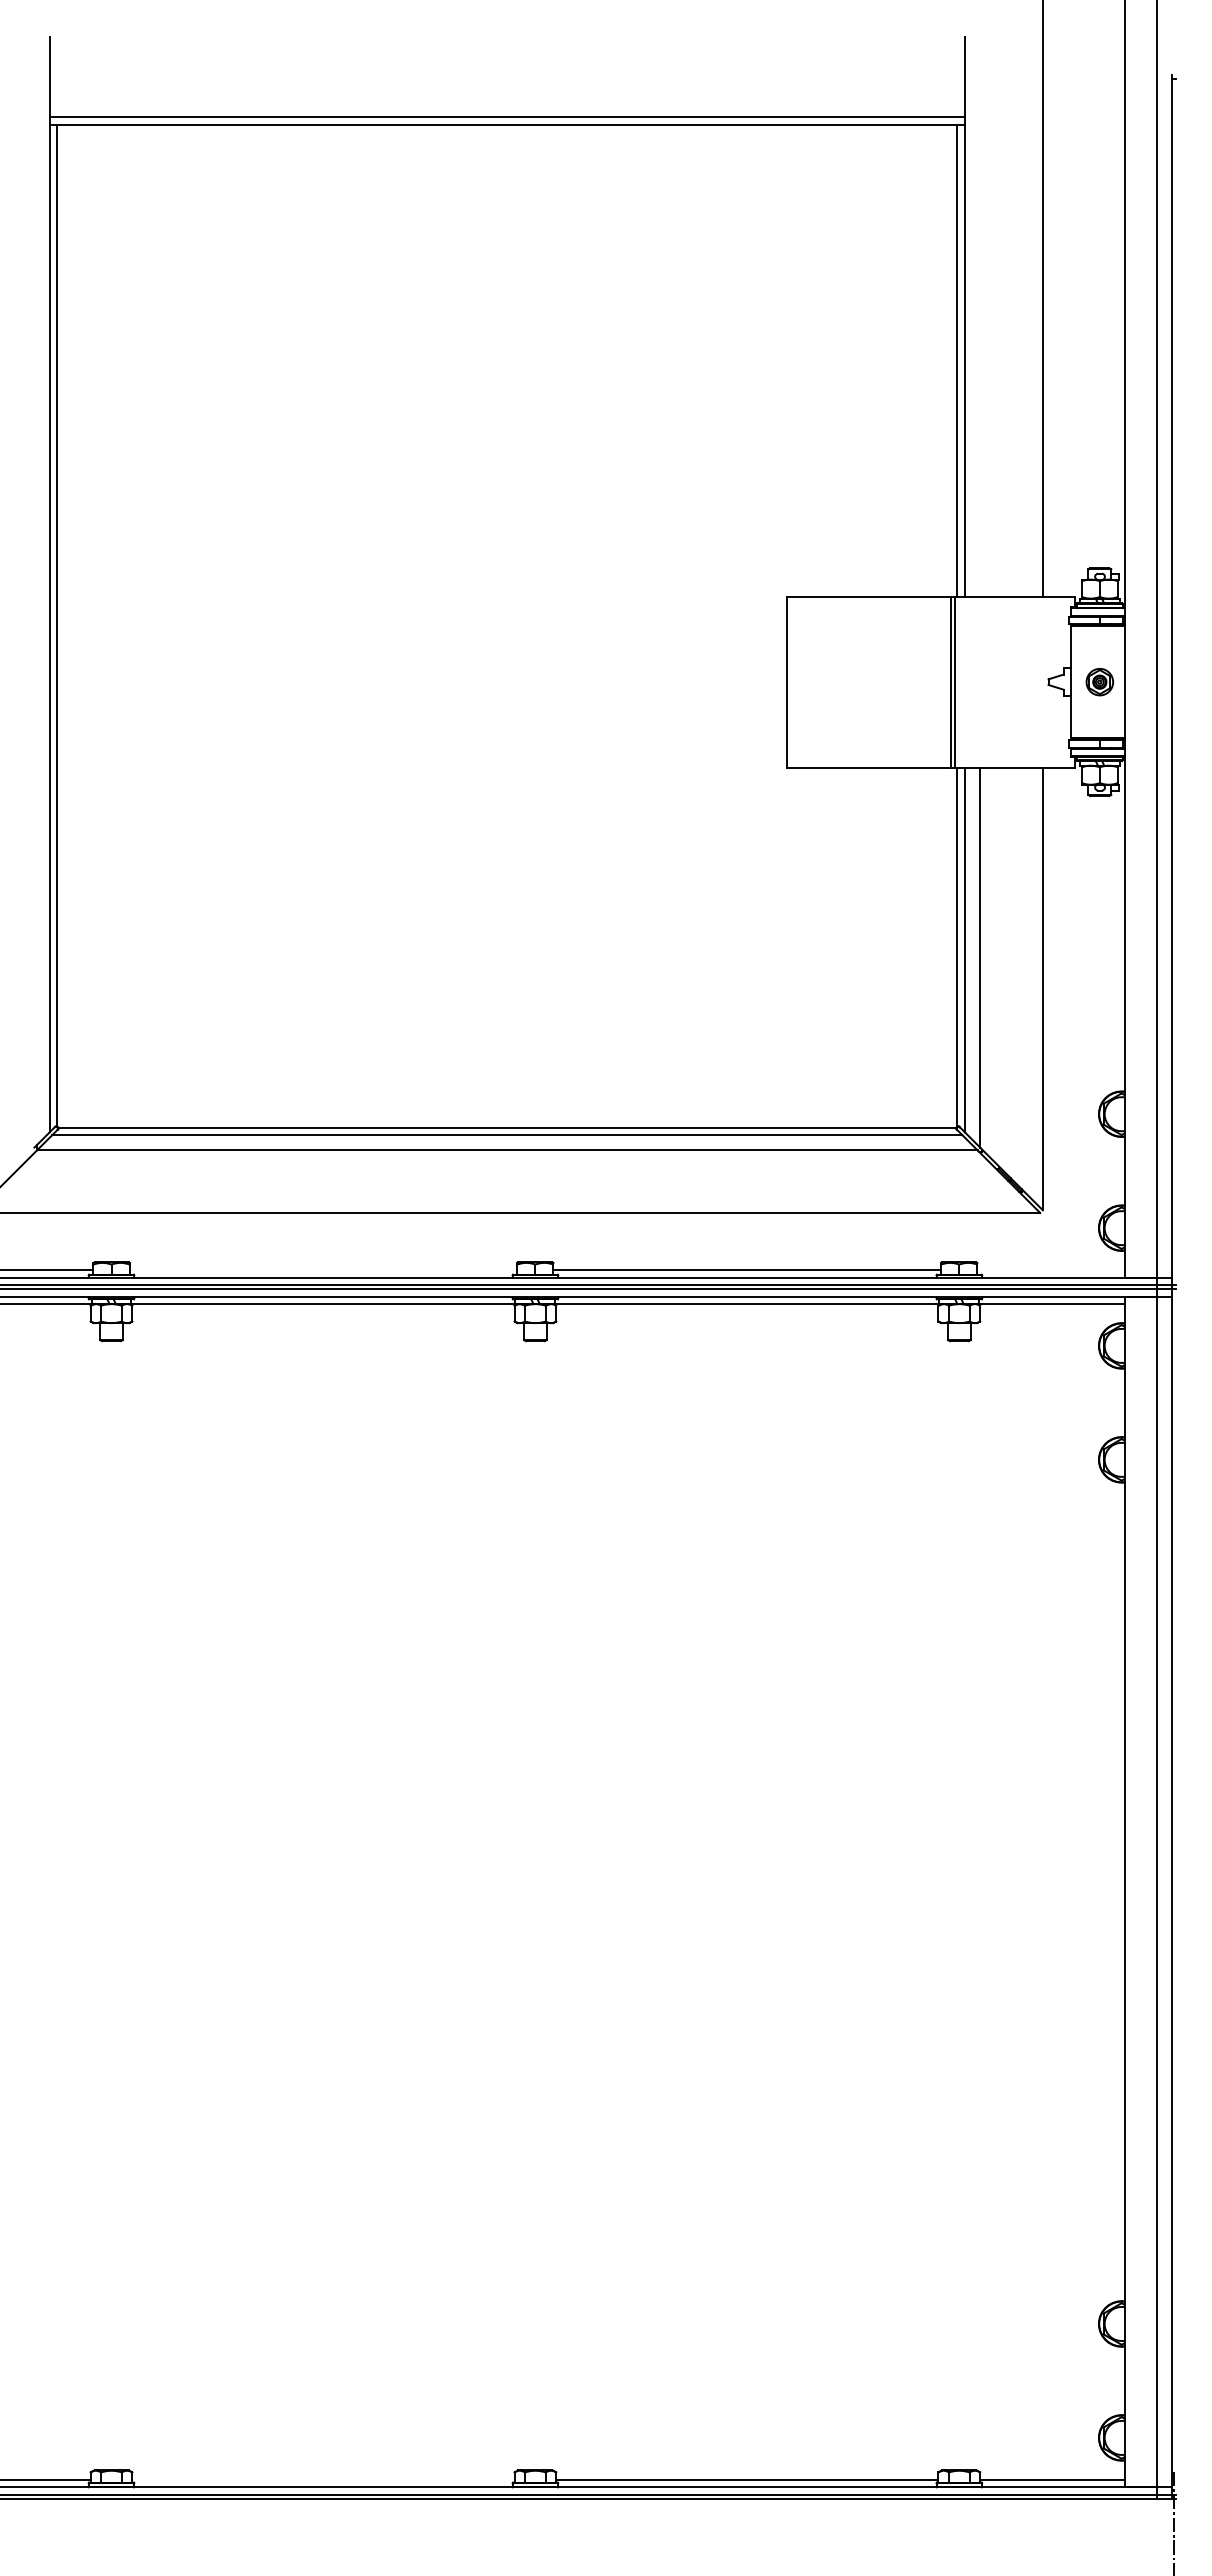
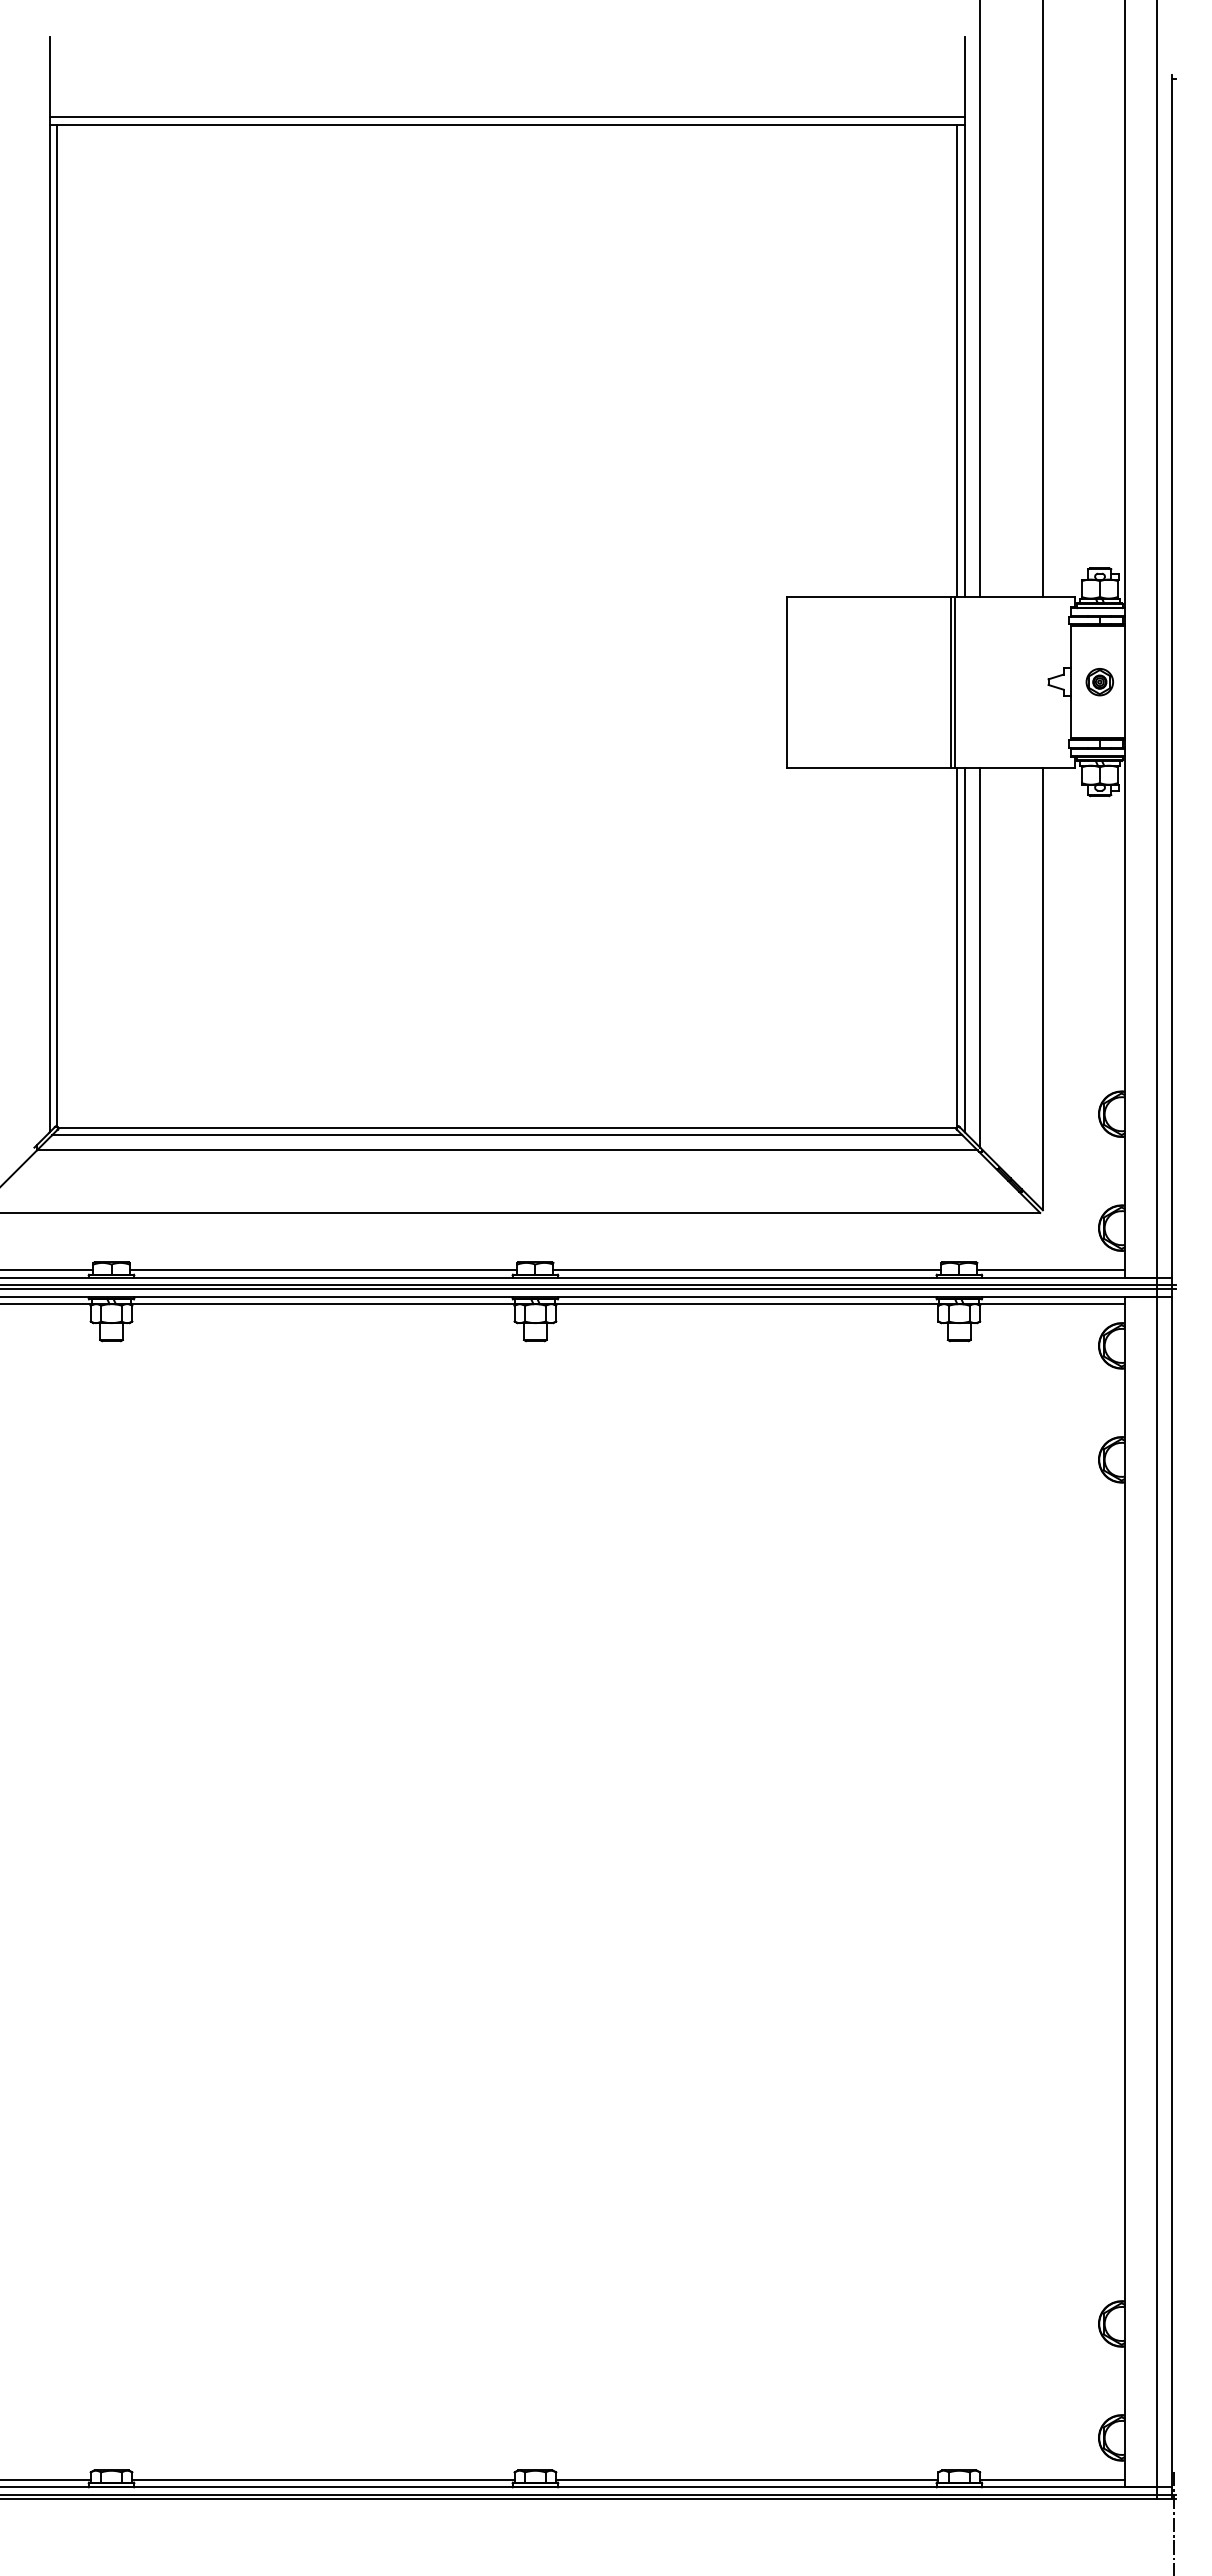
line at (980, 299): none -> present
line at (323, 1269): none -> present
line at (1050, 1269): none -> present
line at (323, 2479): none -> present
